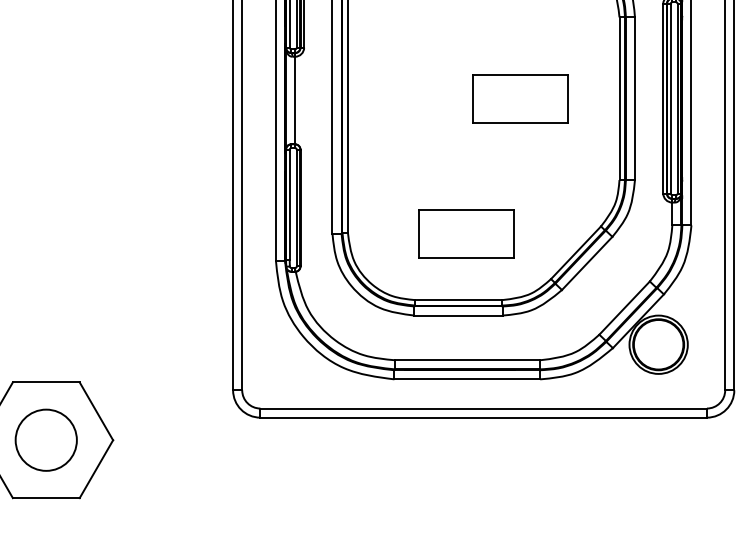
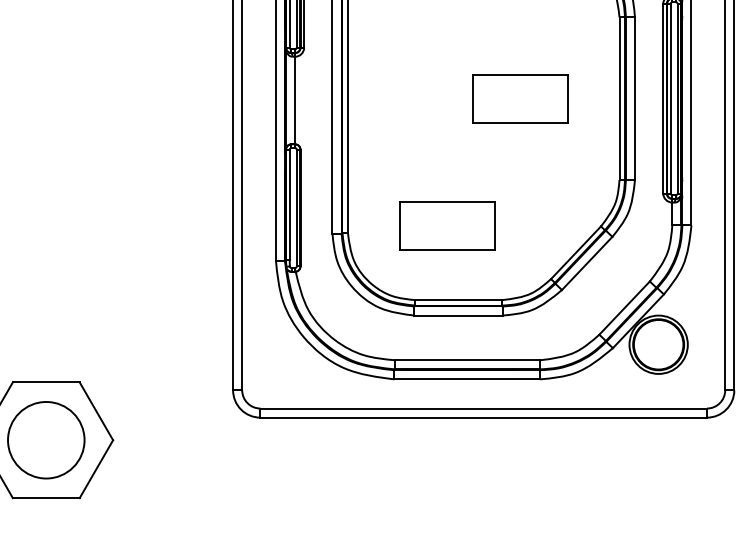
part at (466, 233) position: (466, 233) -> (447, 225)
circle at (45, 439) diameter: 61 px -> 77 px
